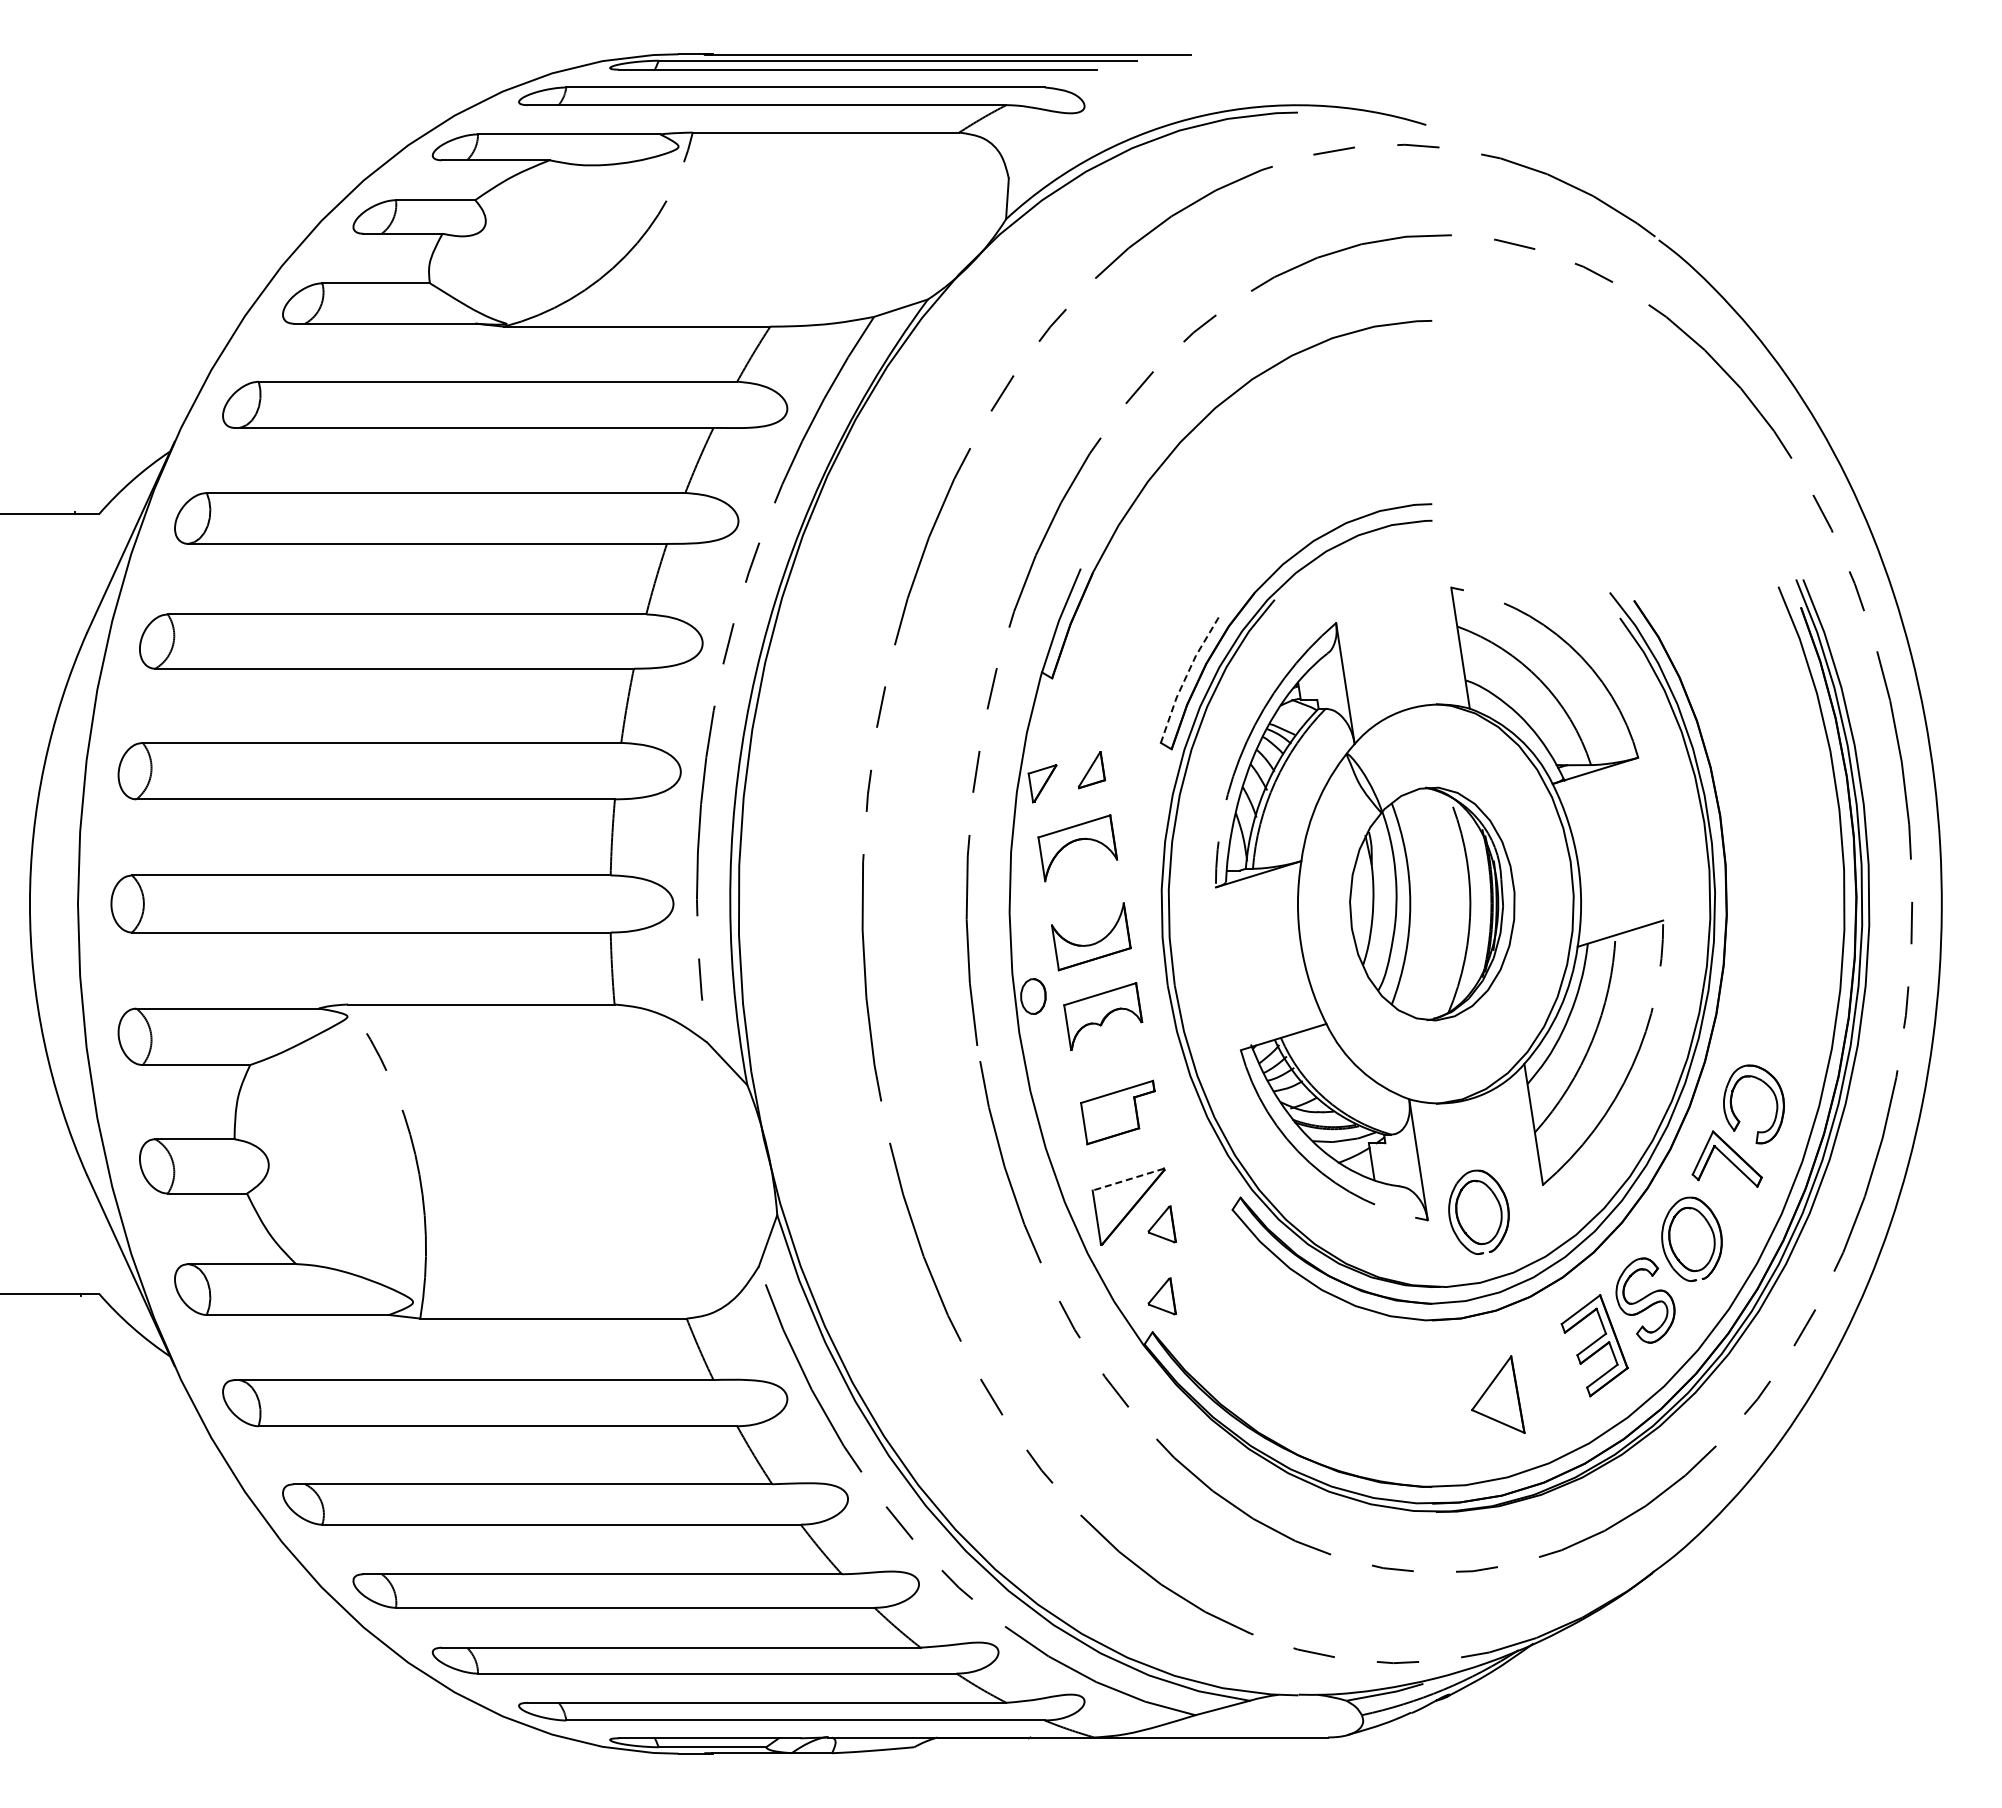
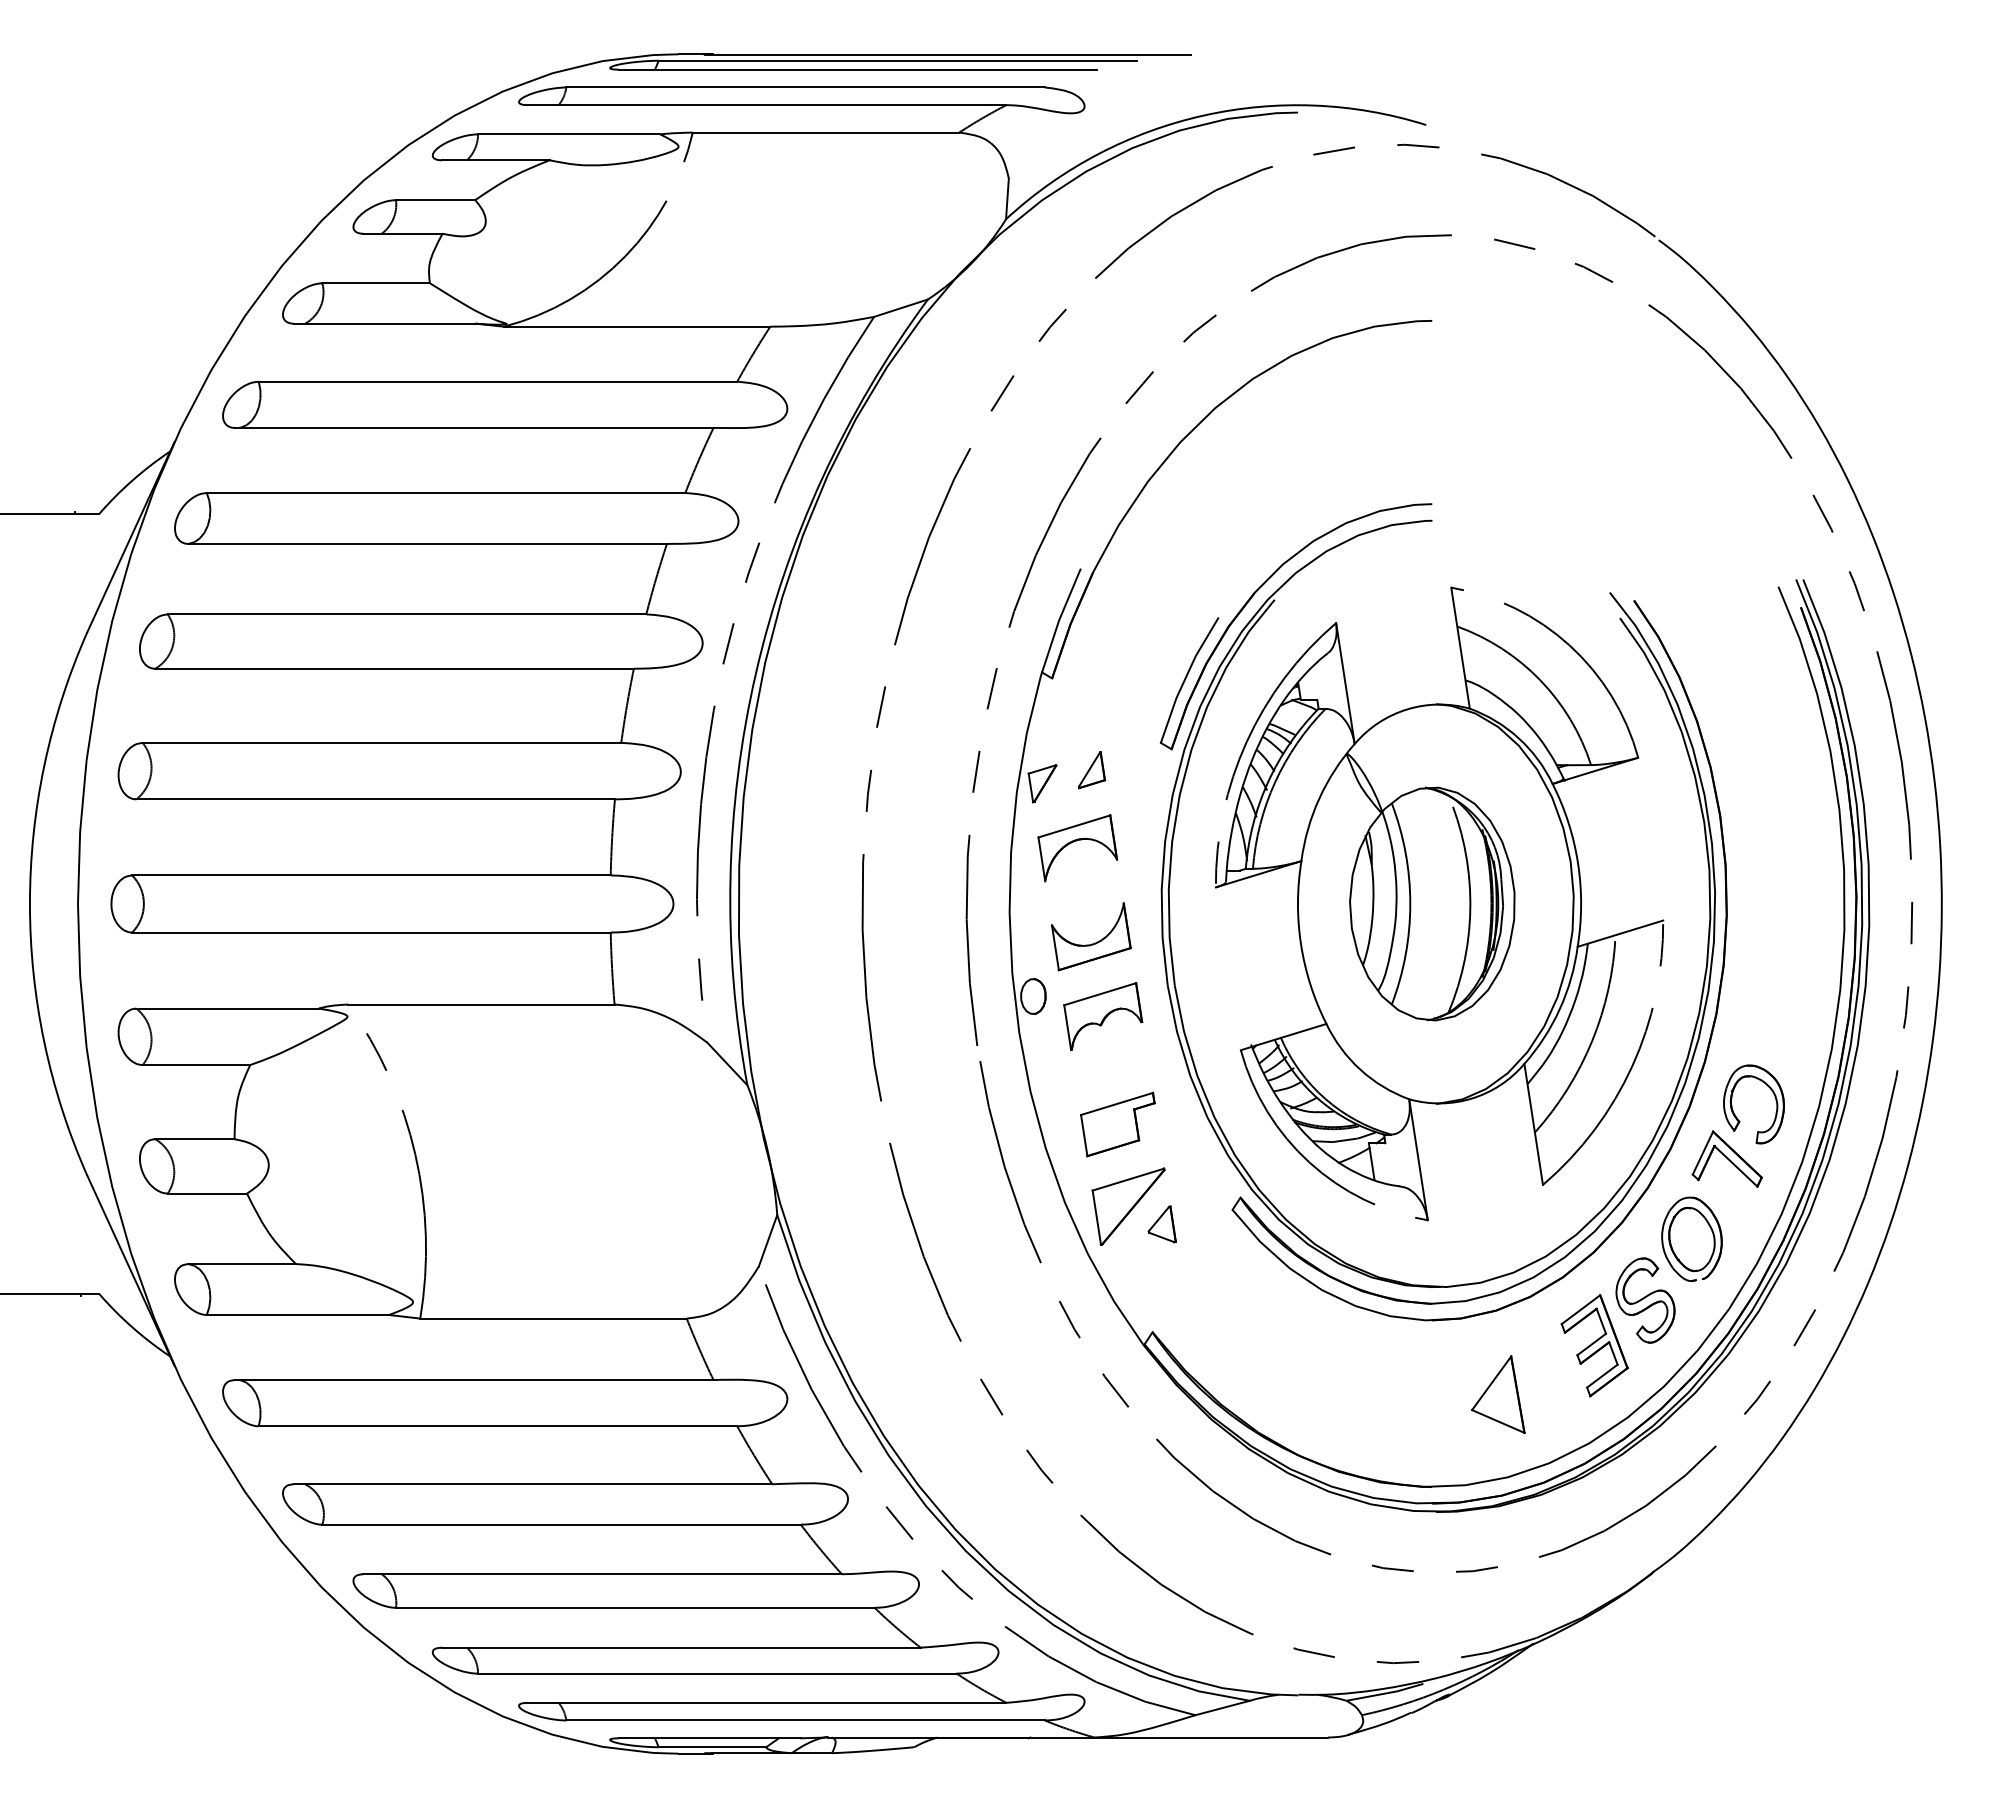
line at (1185, 678): dashed -> solid
part at (1117, 1112) position: (1117, 1112) -> (1117, 1124)
line at (1127, 1179): dashed -> solid
part at (1478, 1211): present -> none
part at (1161, 1296): present -> none
